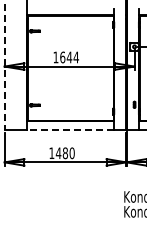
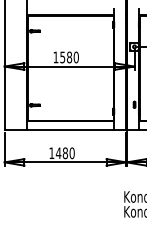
text at (69, 57): 1644 -> 1580
line at (4, 65): dashed -> solid
line at (70, 129): dashed -> solid
